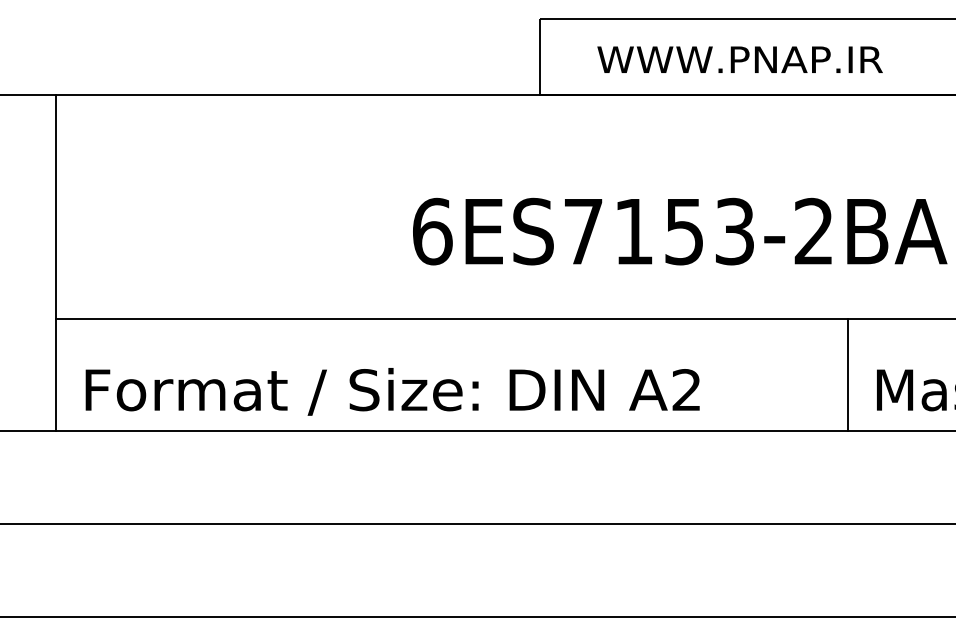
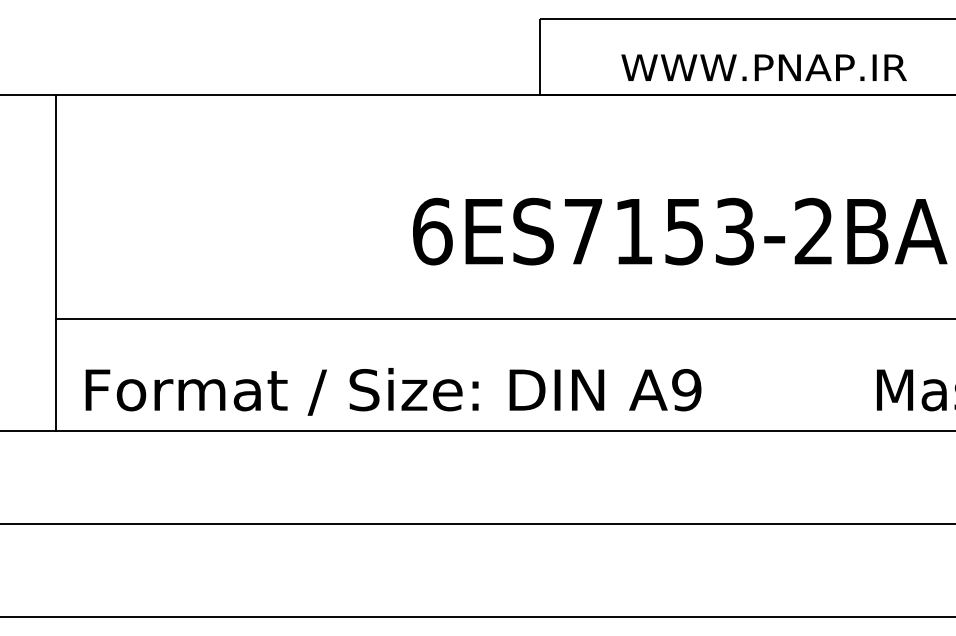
text at (739, 59) position: (739, 59) -> (763, 67)
line at (847, 374): present -> none
text at (686, 390): A2 -> A9
